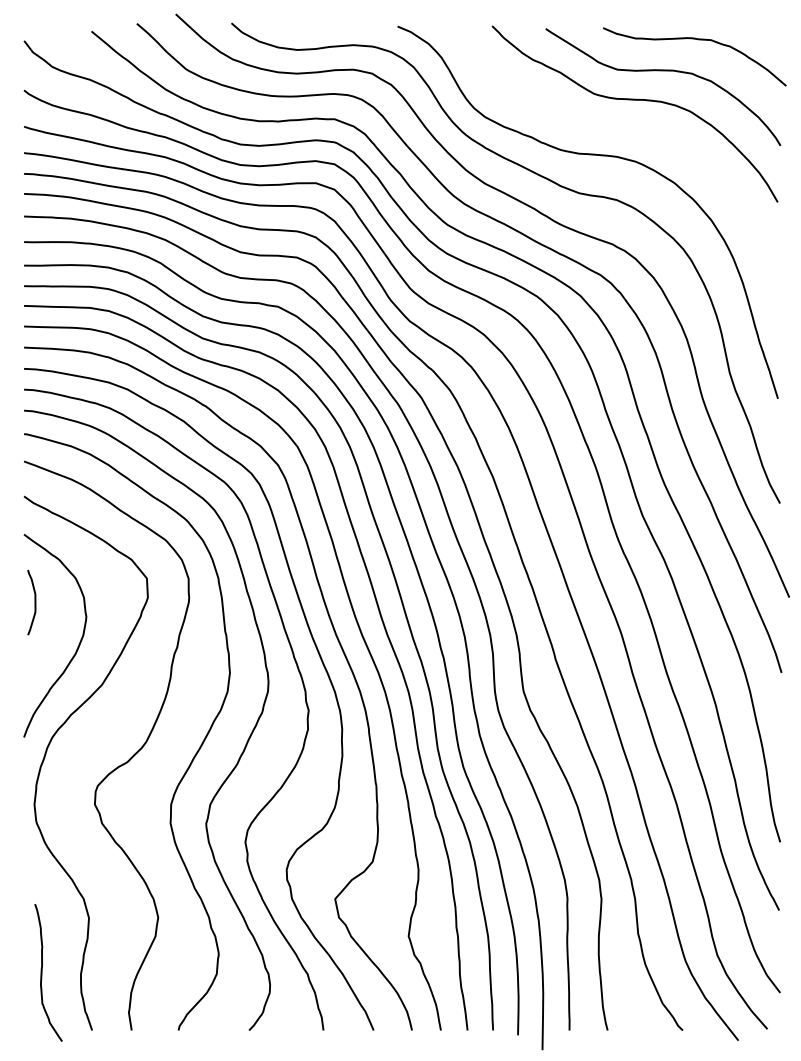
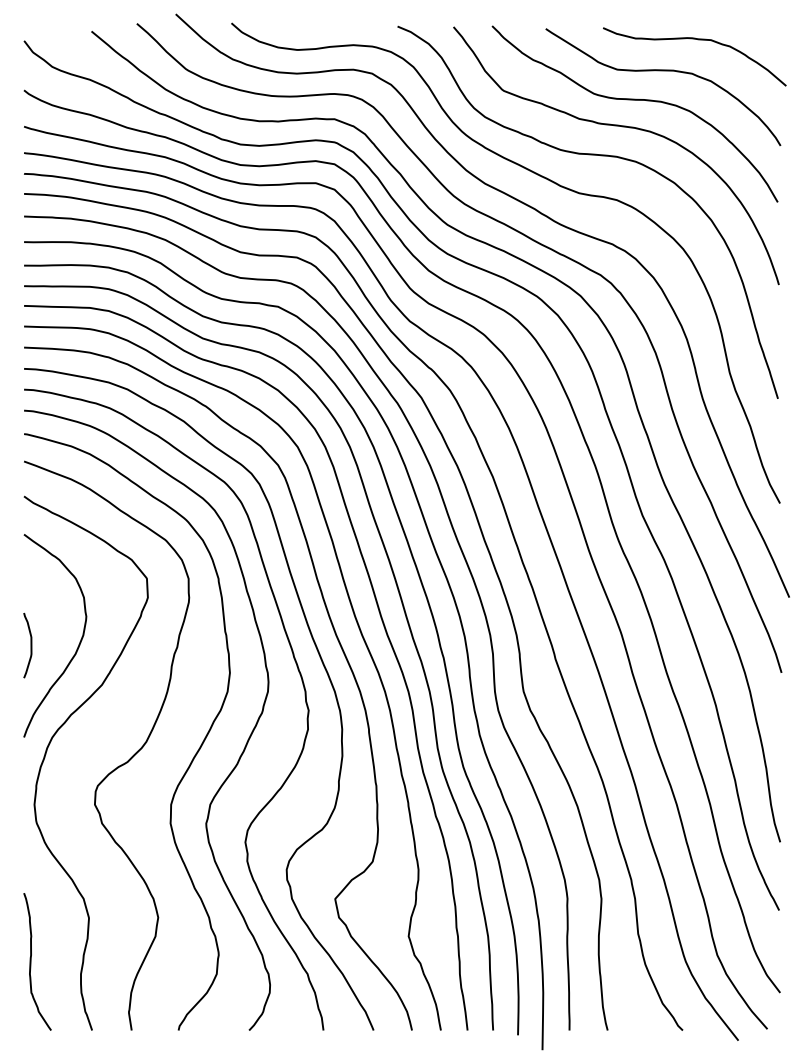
curve at (622, 127): none -> present
curve at (34, 602) position: (34, 602) -> (30, 645)
curve at (42, 972) position: (42, 972) -> (31, 961)
